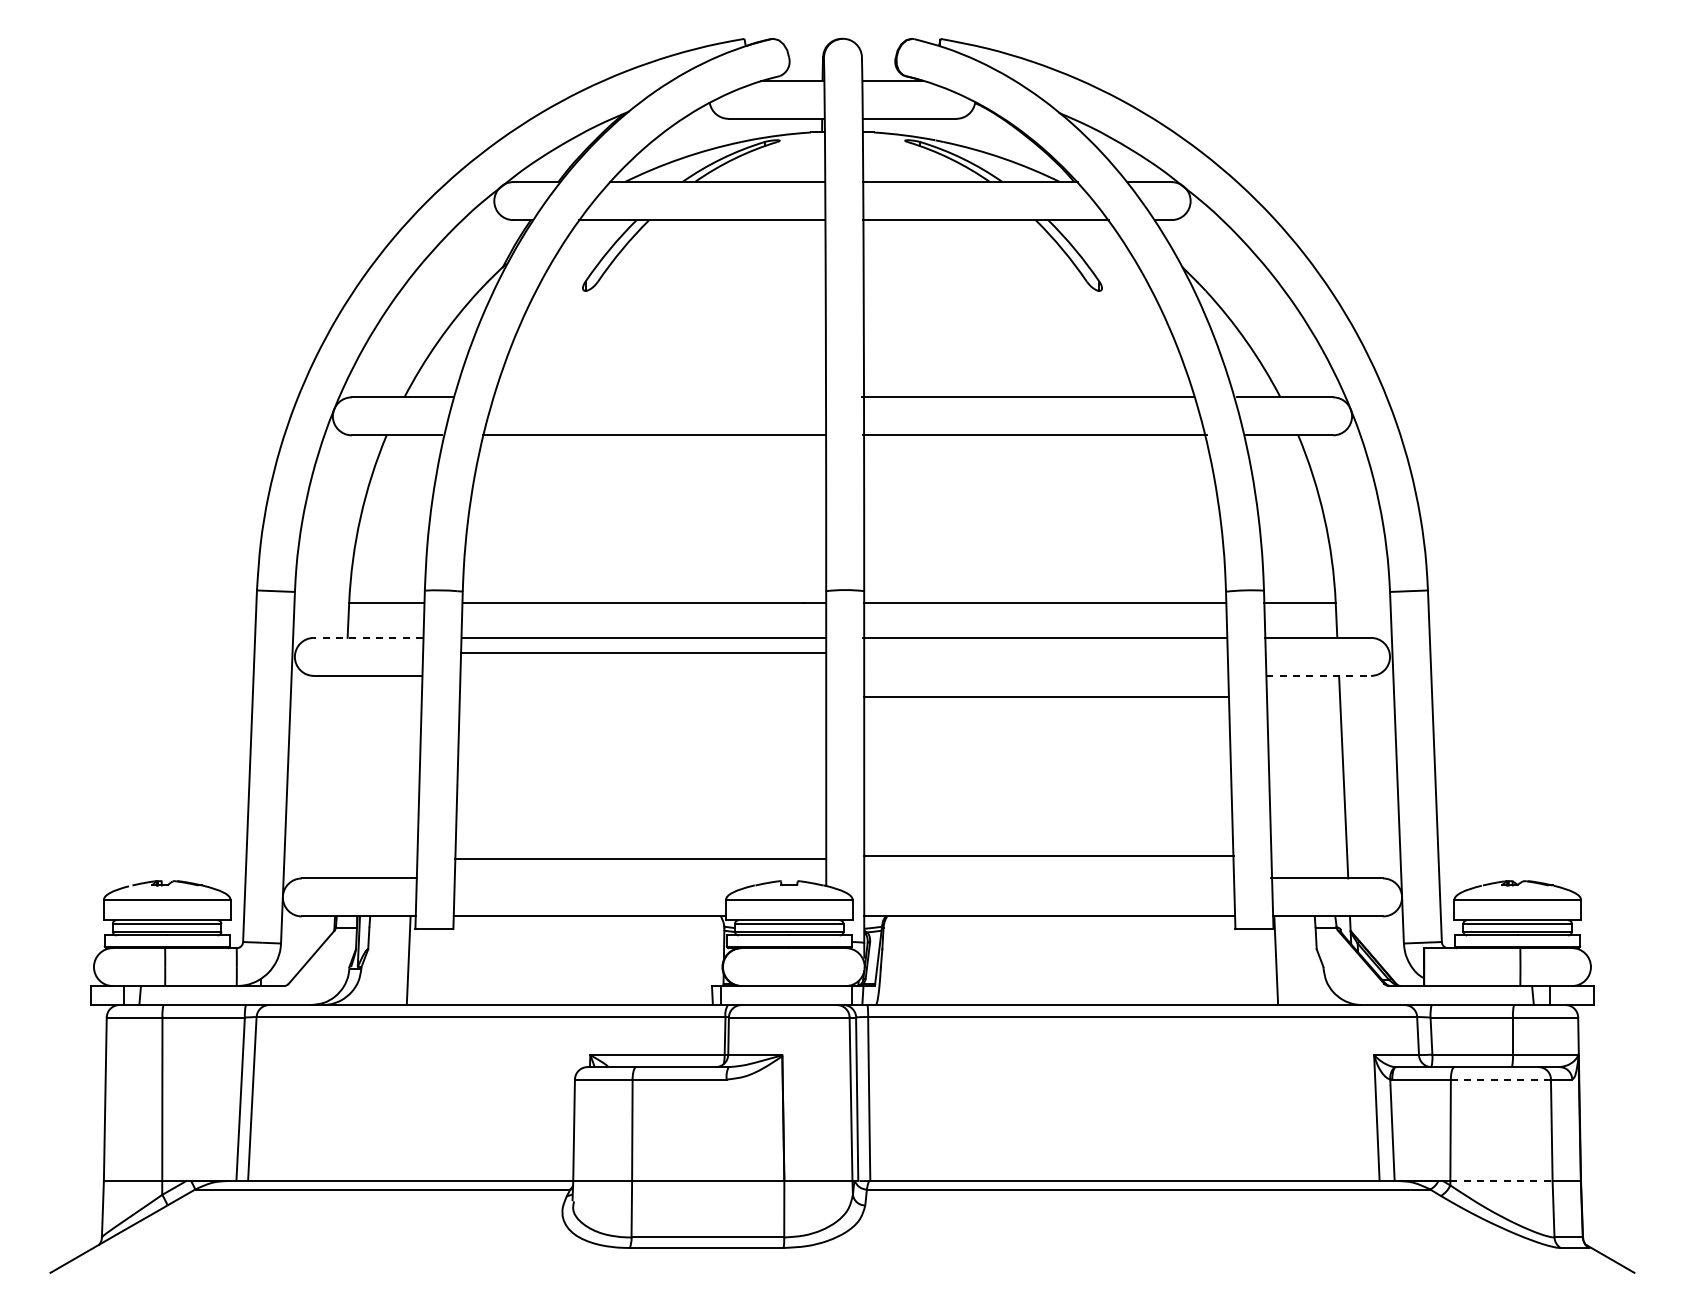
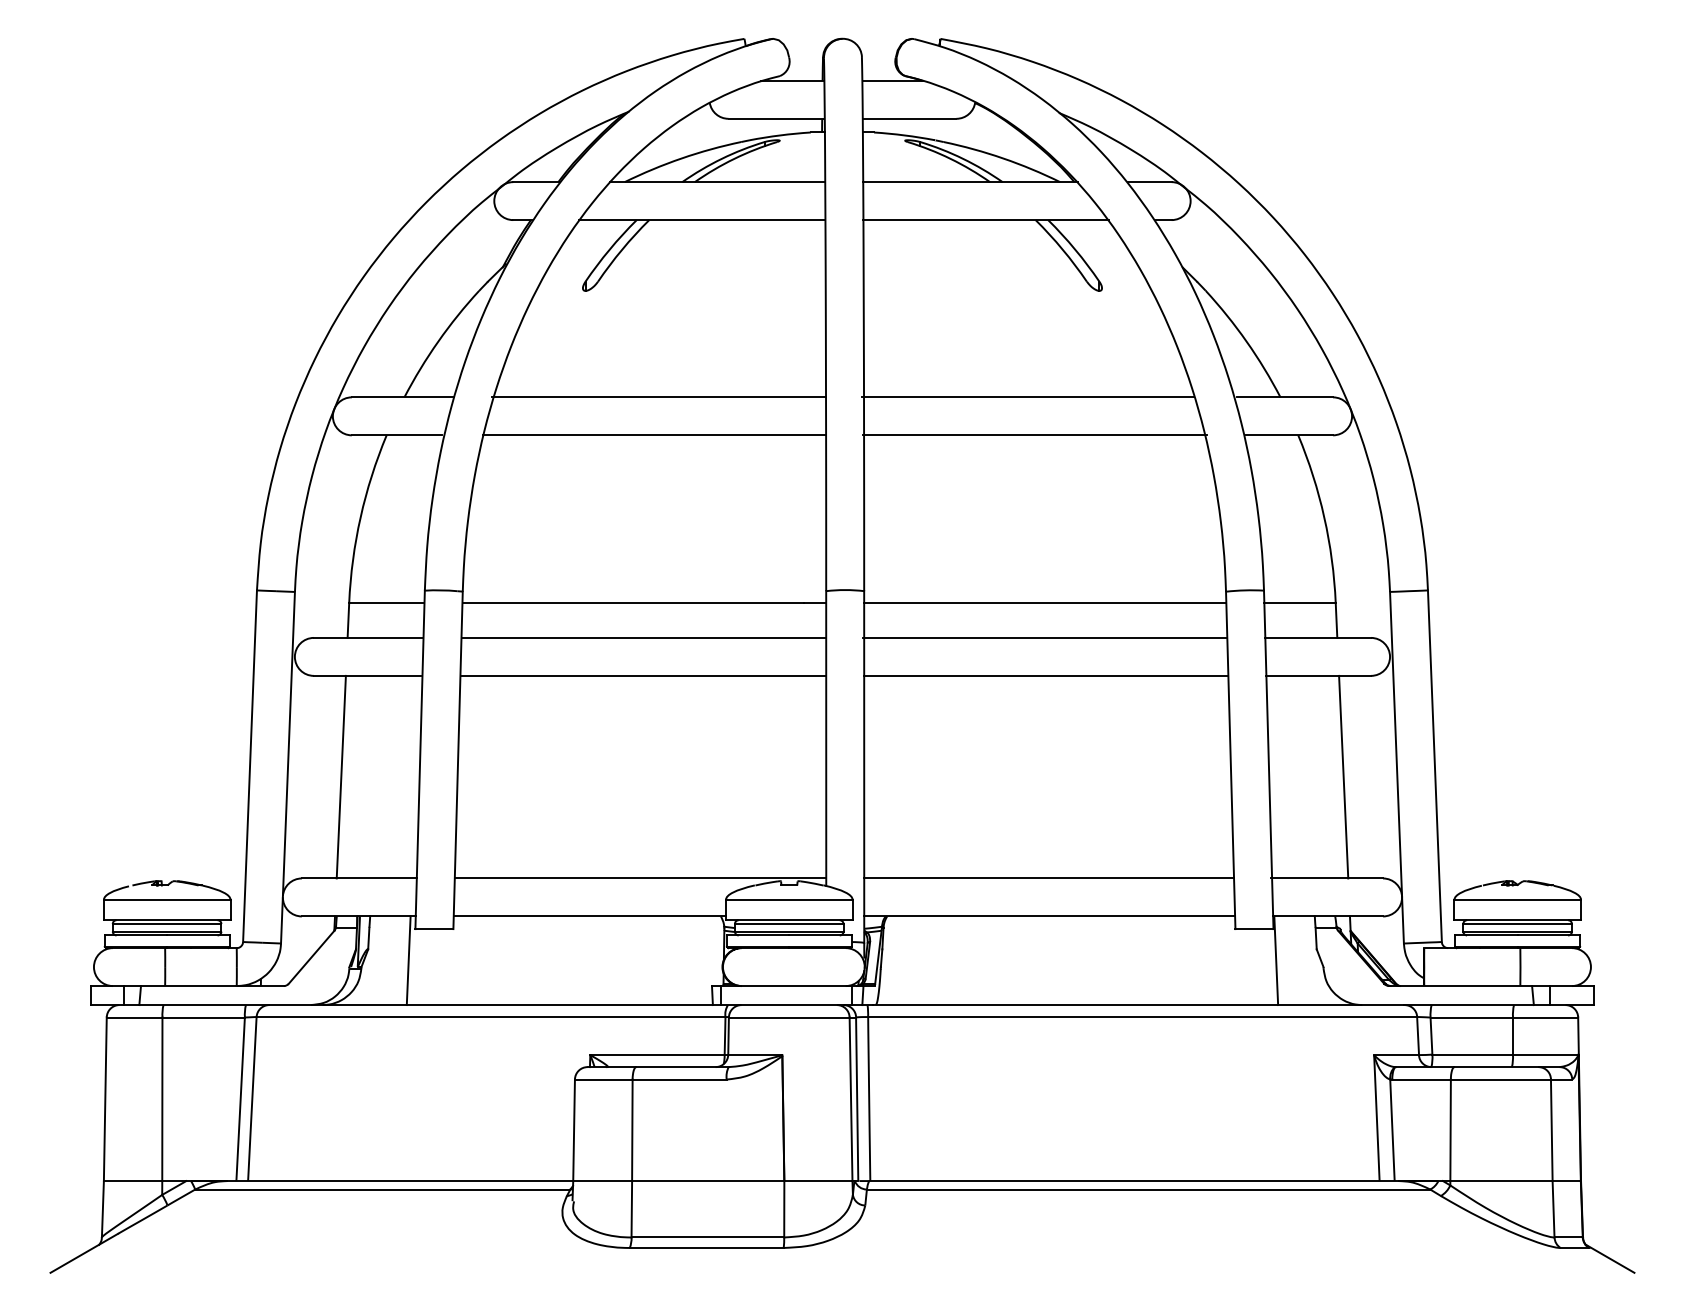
line at (658, 397): none -> present
line at (368, 637): dashed -> solid
line at (643, 652) position: (643, 652) -> (643, 675)
line at (1319, 675): dashed -> solid
line at (1046, 696) position: (1046, 696) -> (1046, 675)
line at (340, 776): none -> present
line at (1049, 856) position: (1049, 856) -> (1049, 878)
line at (640, 859) position: (640, 859) -> (640, 878)
line at (1500, 1079): dashed -> solid
line at (1501, 1181): dashed -> solid
